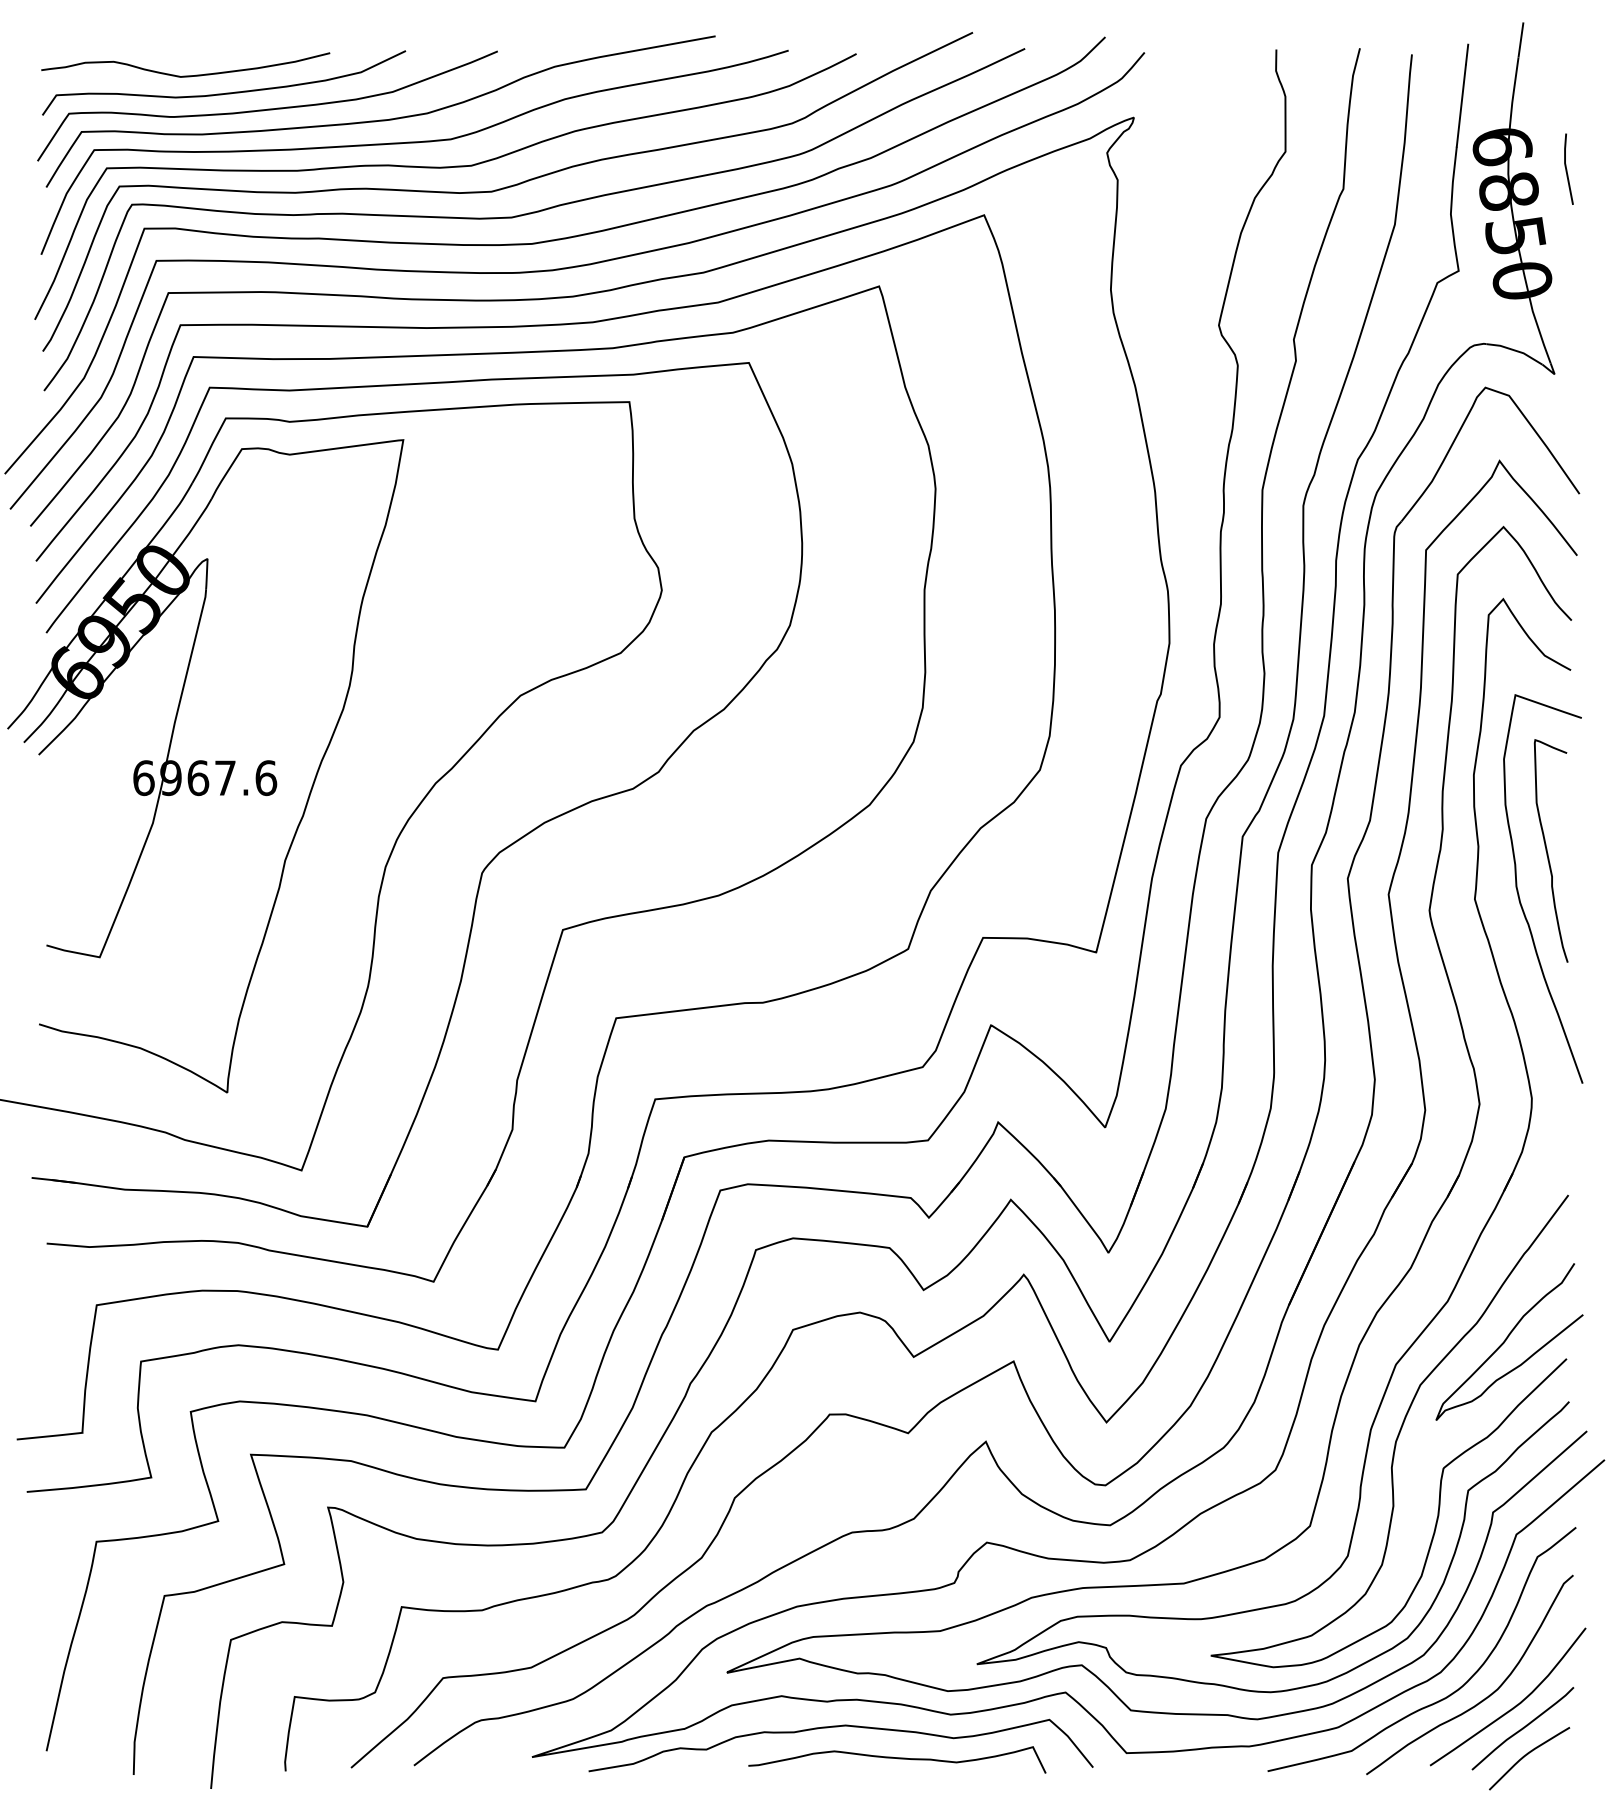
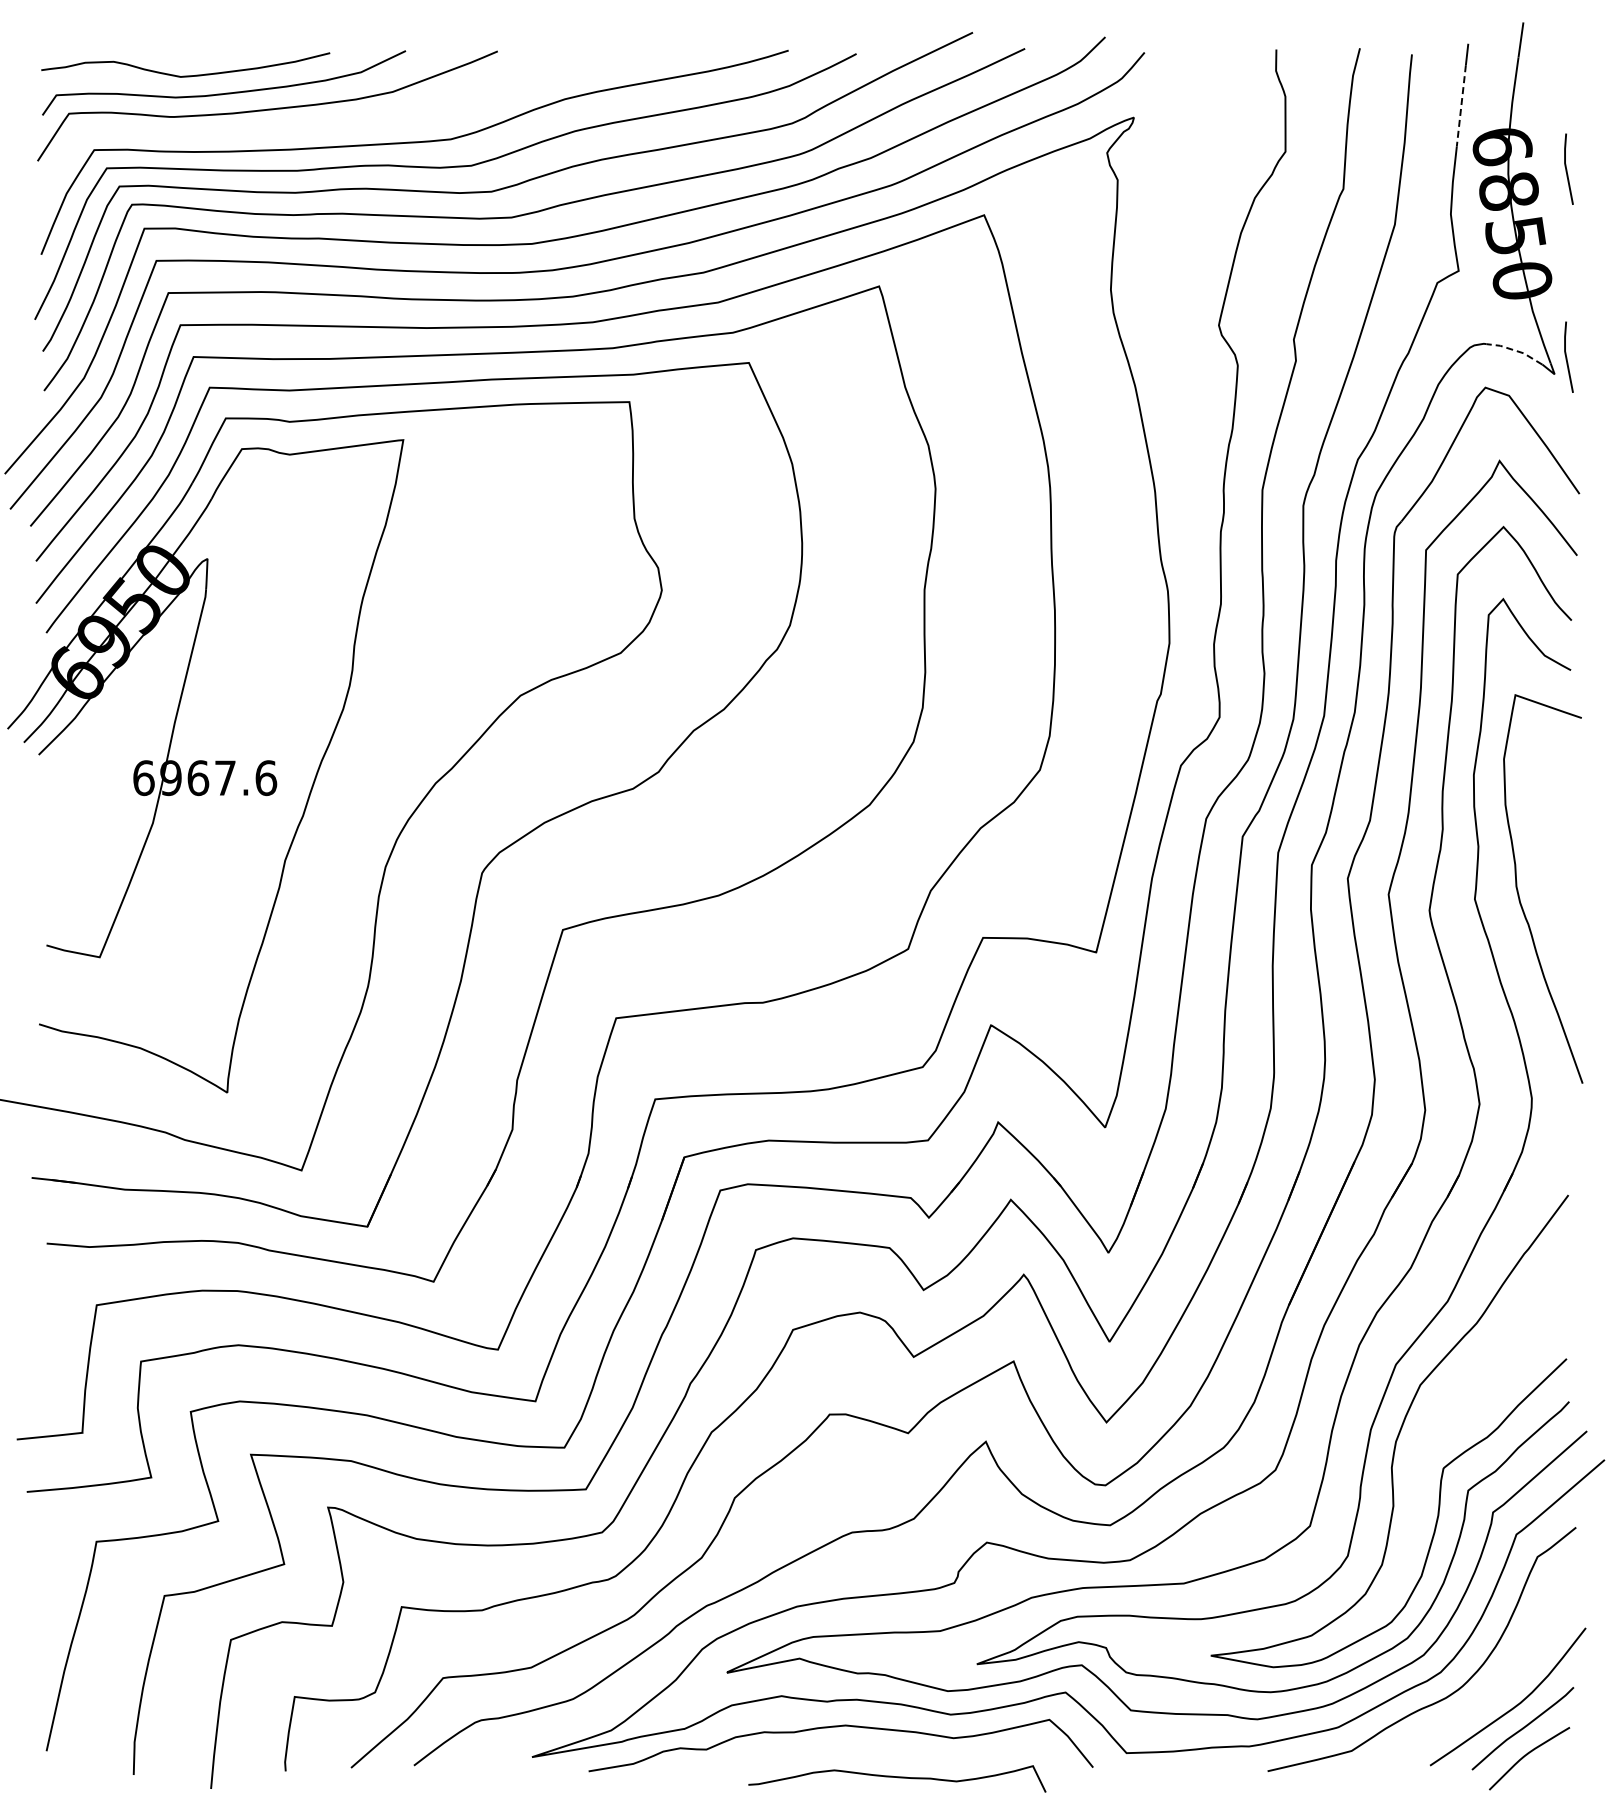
line at (1461, 105): solid -> dashed
curve at (380, 119): present -> none
line at (1515, 350): solid -> dashed
line at (1567, 357): none -> present
curve at (1547, 850): present -> none
curve at (1507, 1339): present -> none
curve at (1485, 1697): present -> none
curve at (897, 1759) position: (897, 1759) -> (897, 1778)
